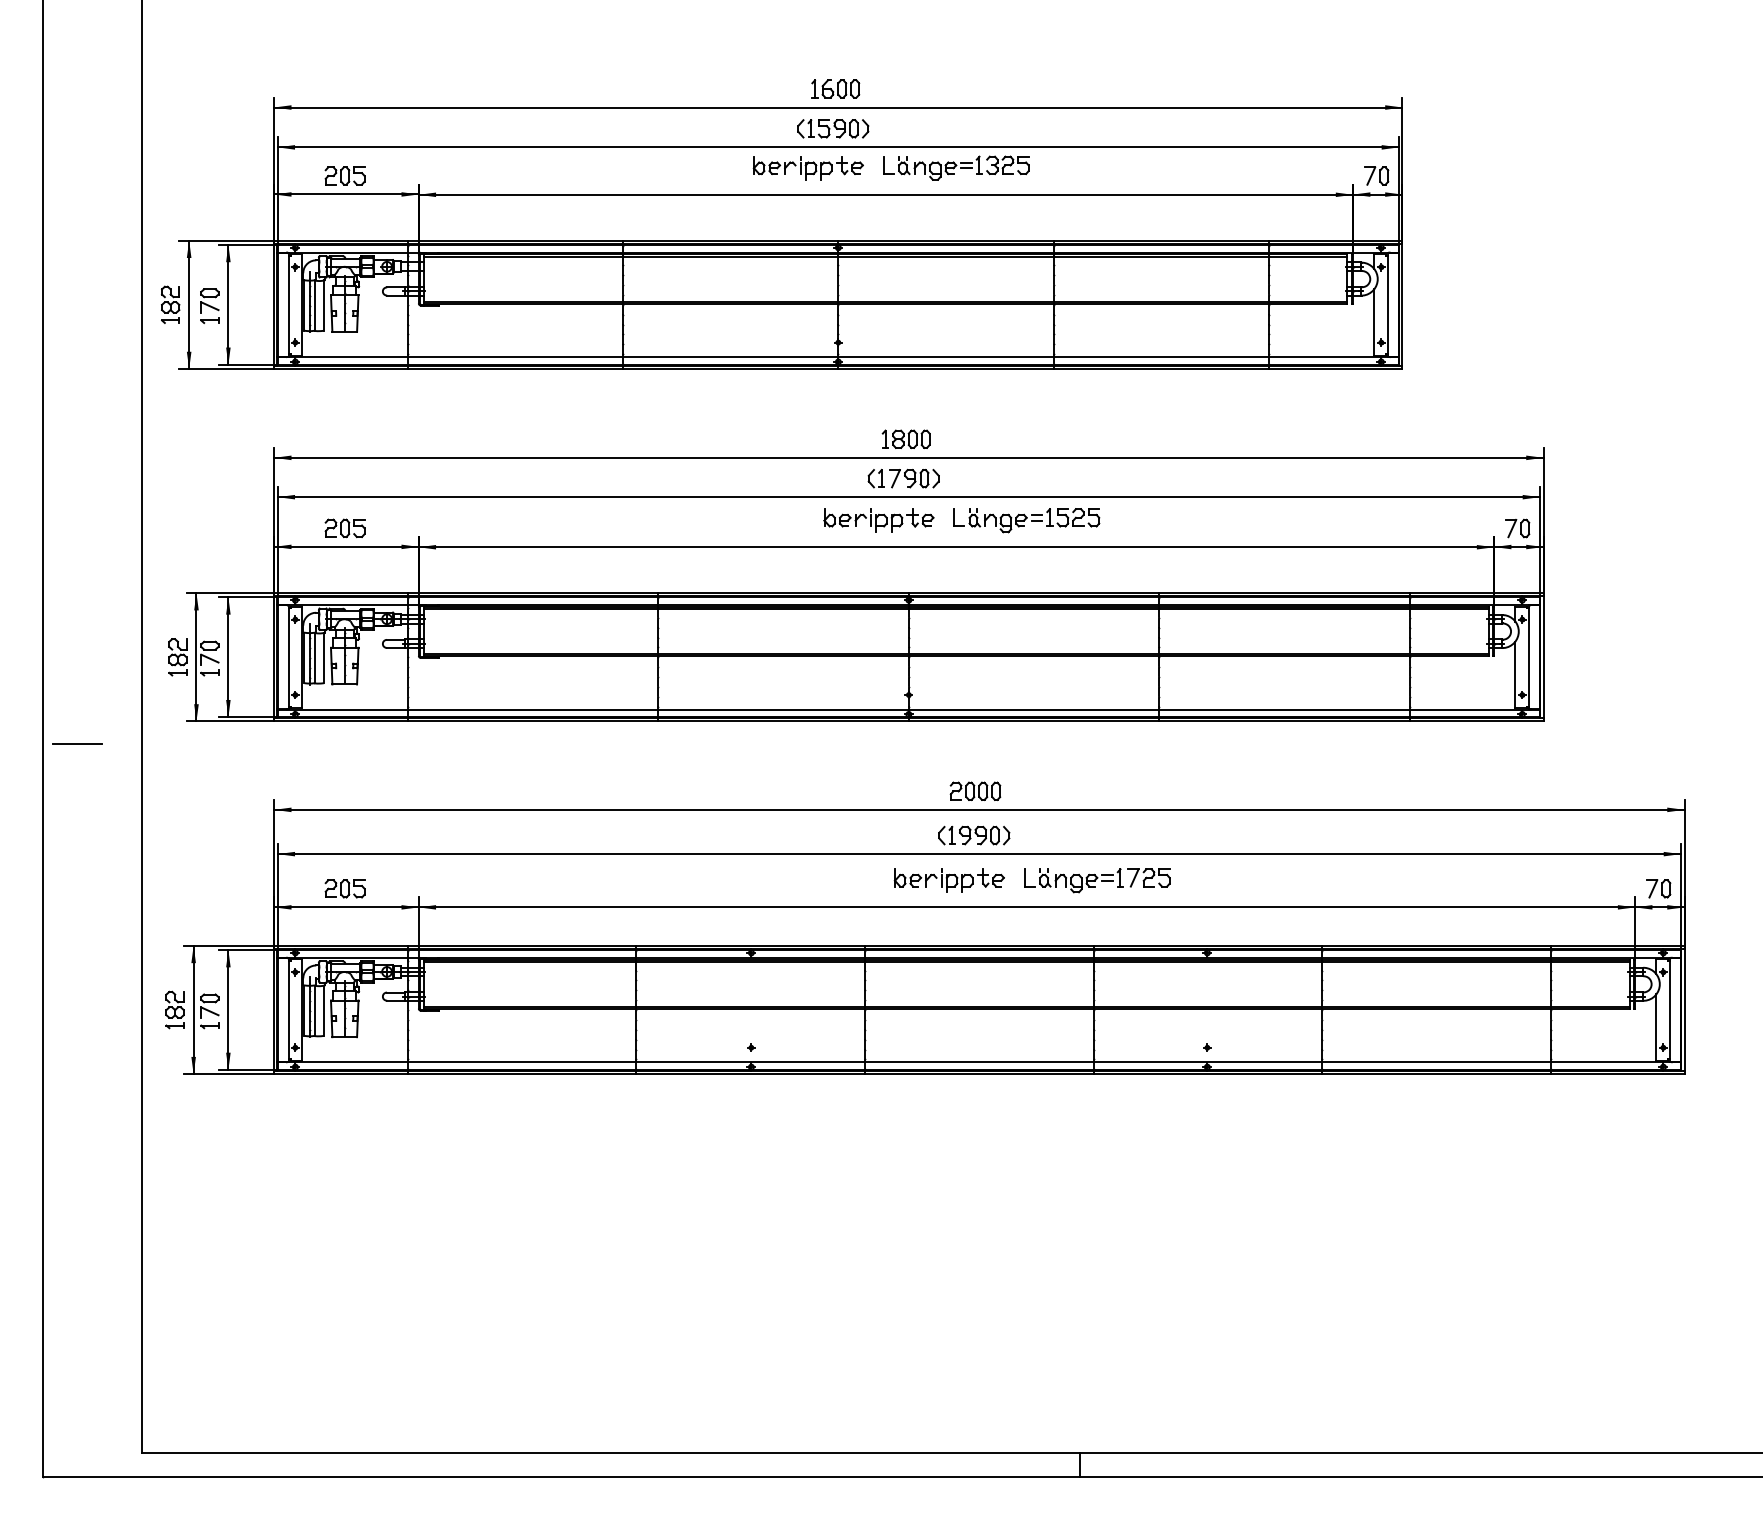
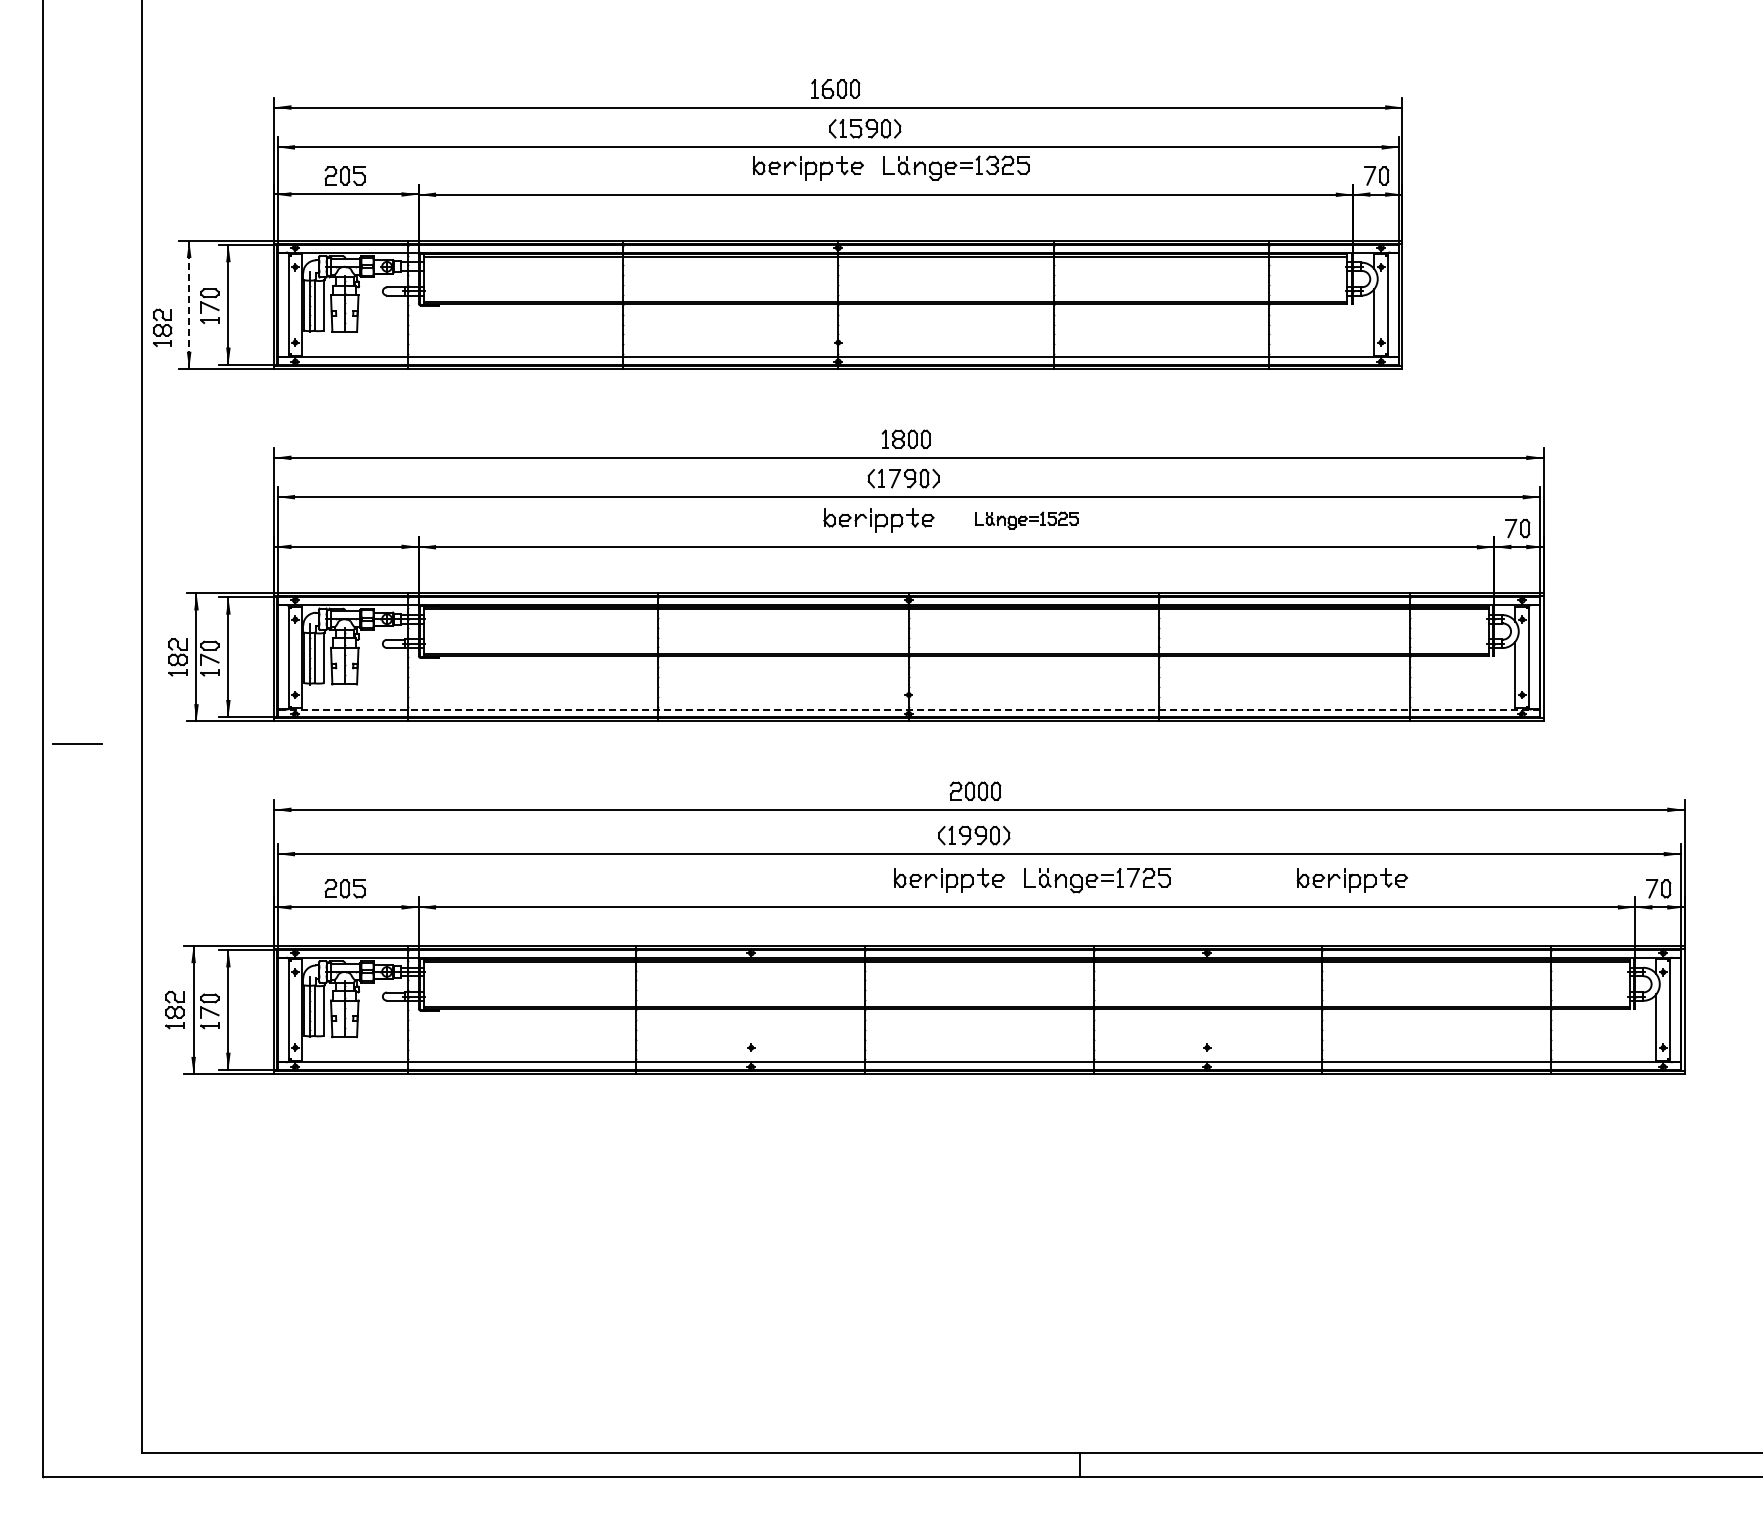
part at (833, 128) position: (833, 128) -> (865, 128)
part at (170, 304) position: (170, 304) -> (162, 327)
line at (189, 305): solid -> dashed
part at (1026, 520) size: 148x26 px -> 104x19 px
part at (344, 528): present -> none
line at (908, 709): solid -> dashed
part at (1351, 880): none -> present
